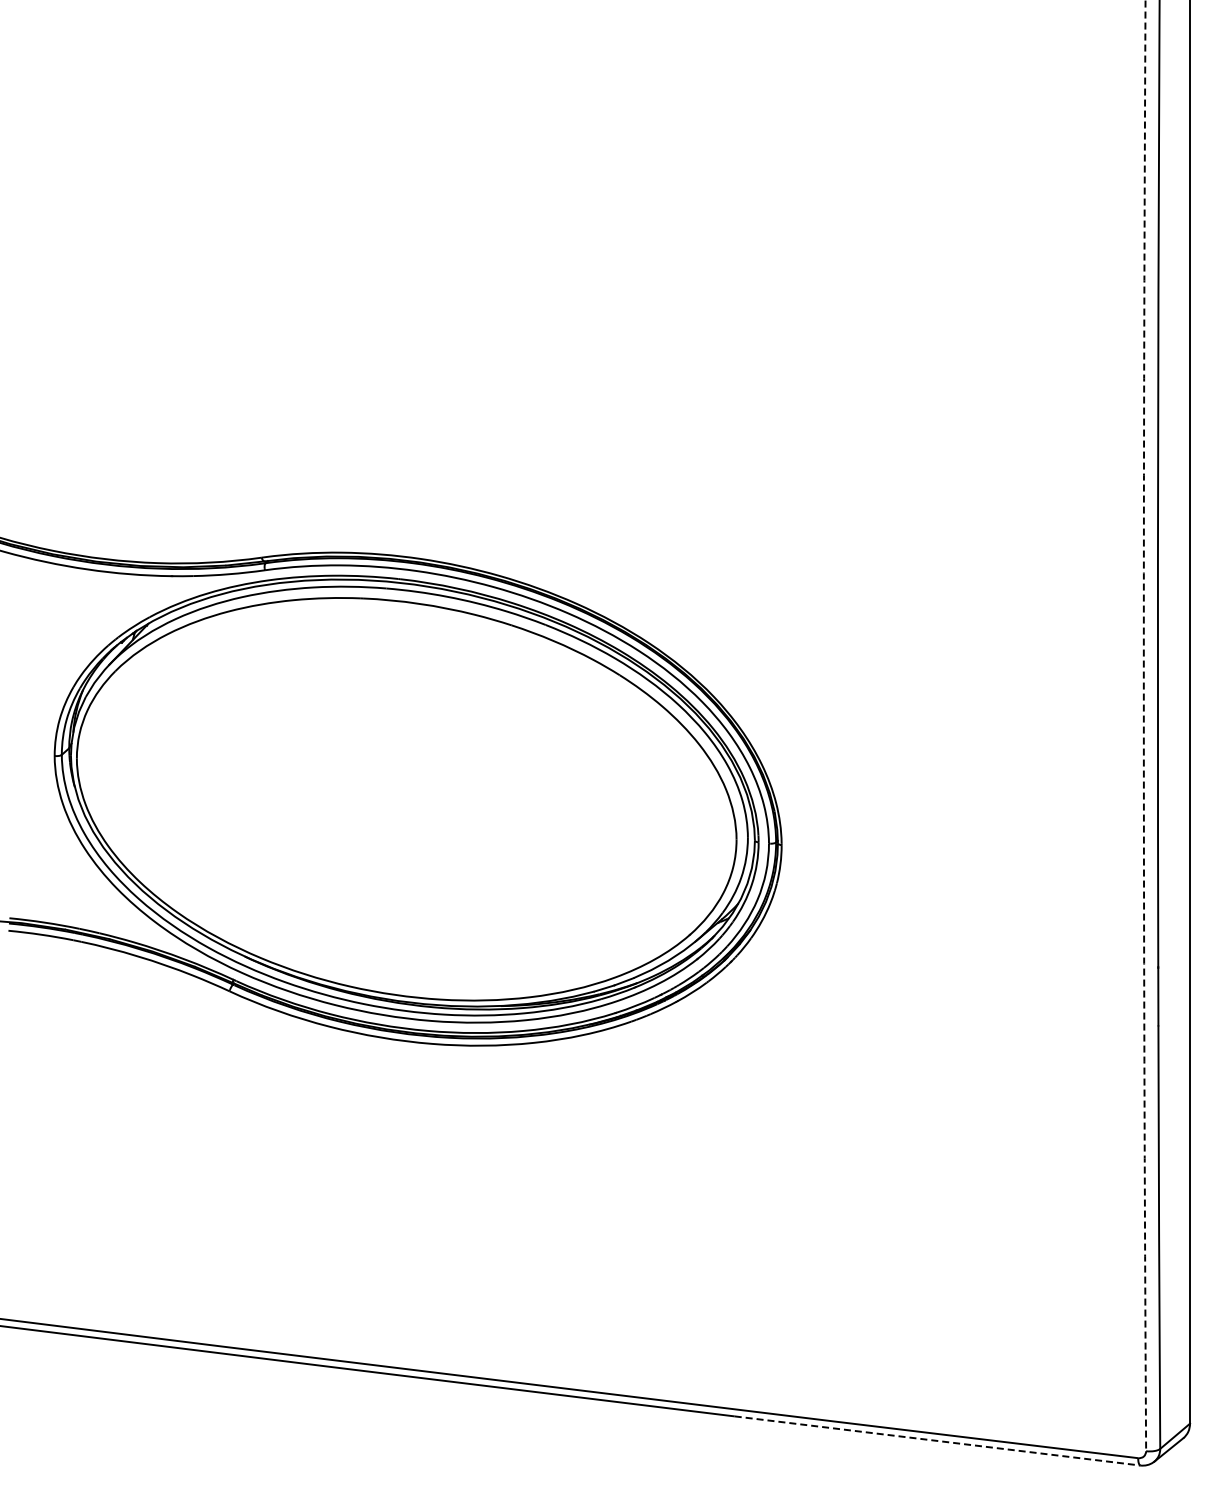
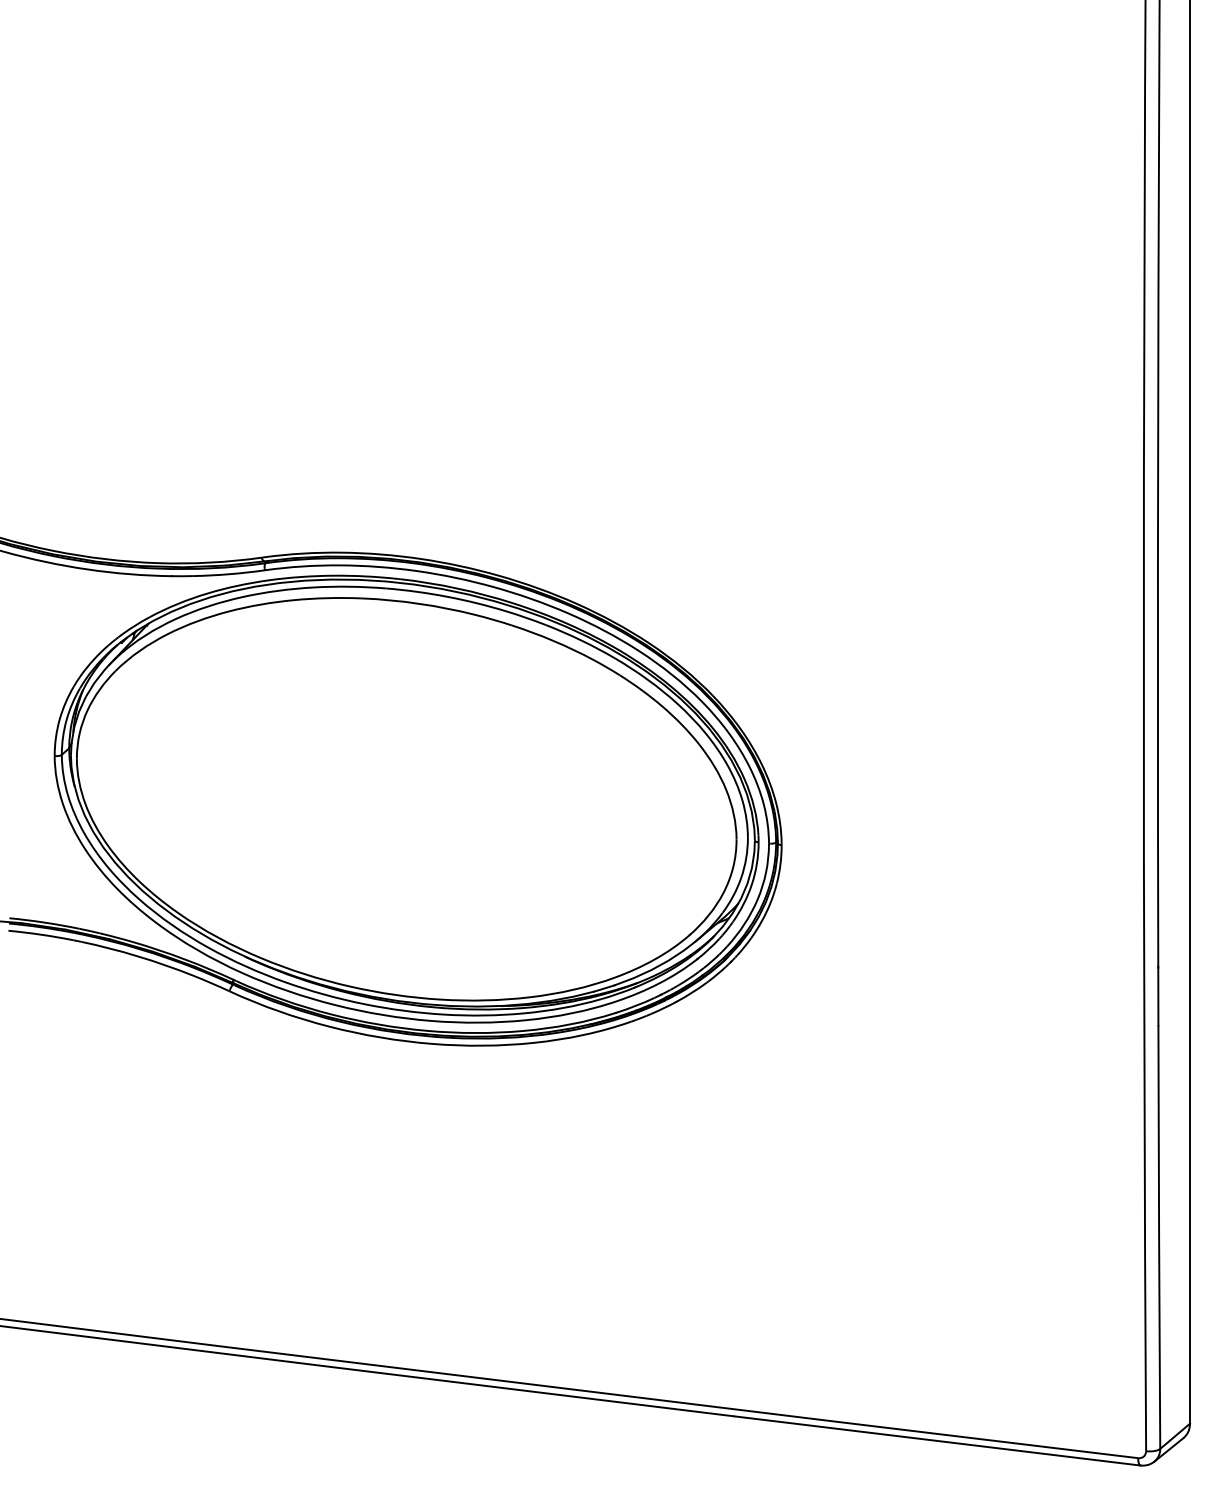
arc at (1143, 725): dashed -> solid
line at (938, 1441): dashed -> solid
